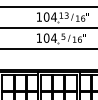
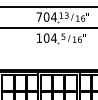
text at (38, 16): 104 -> 704
line at (48, 48): present -> none
